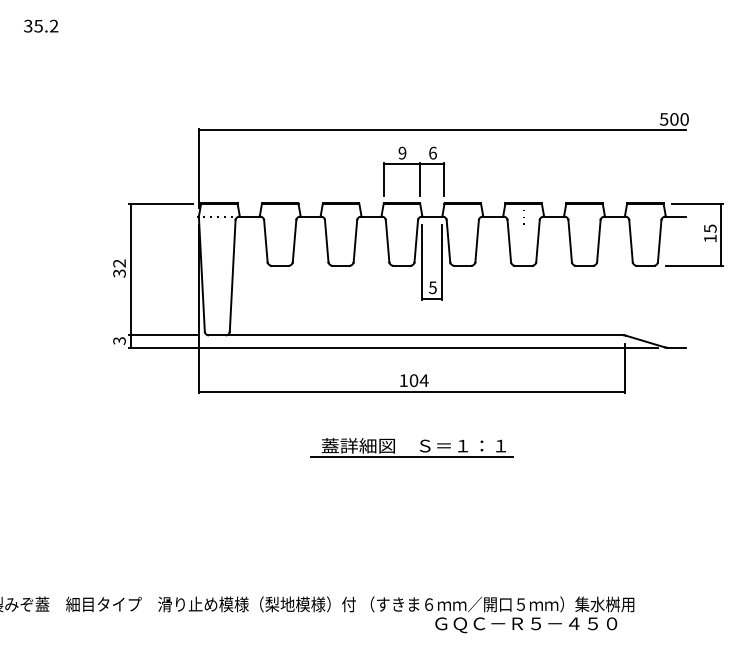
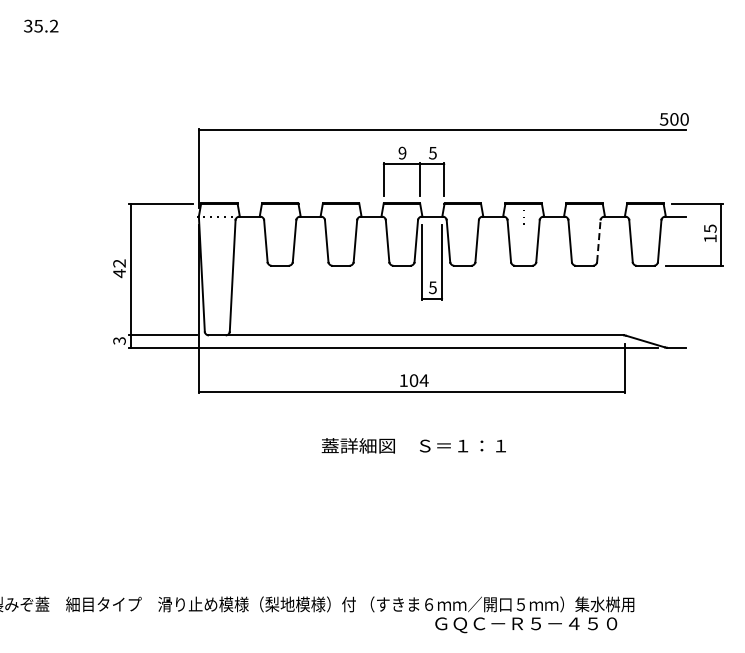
text at (432, 152): 6 -> 5
line at (598, 241): solid -> dashed
text at (119, 273): 32 -> 42
line at (411, 457): present -> none
